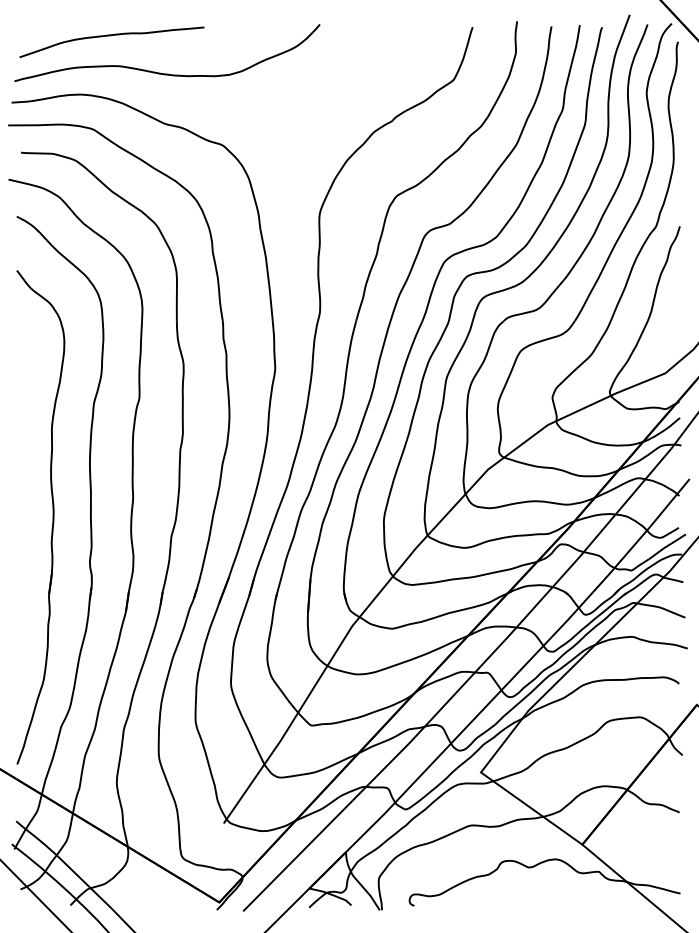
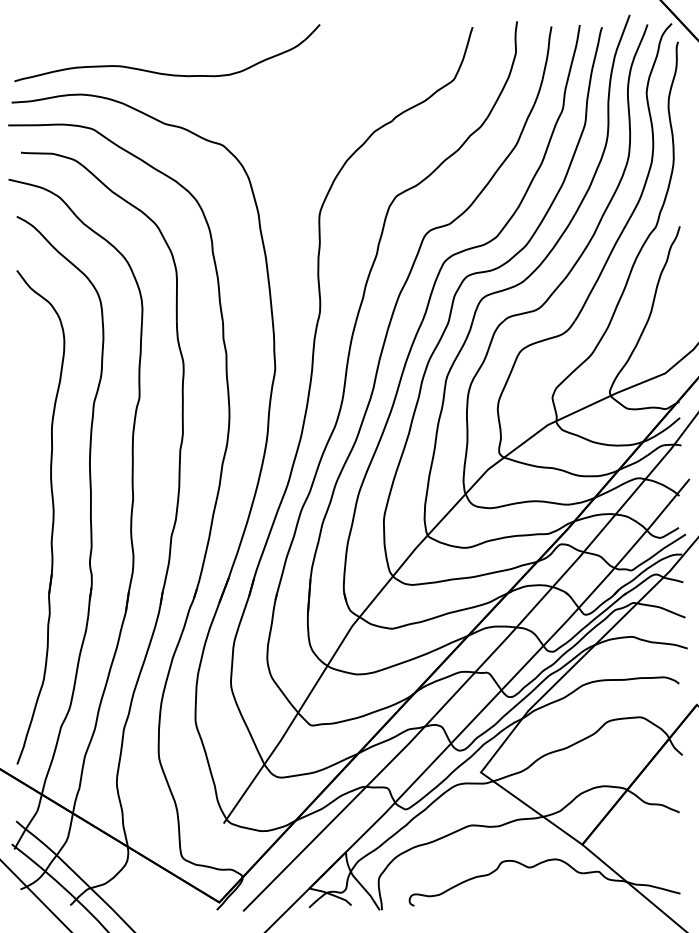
curve at (111, 36): present -> none
